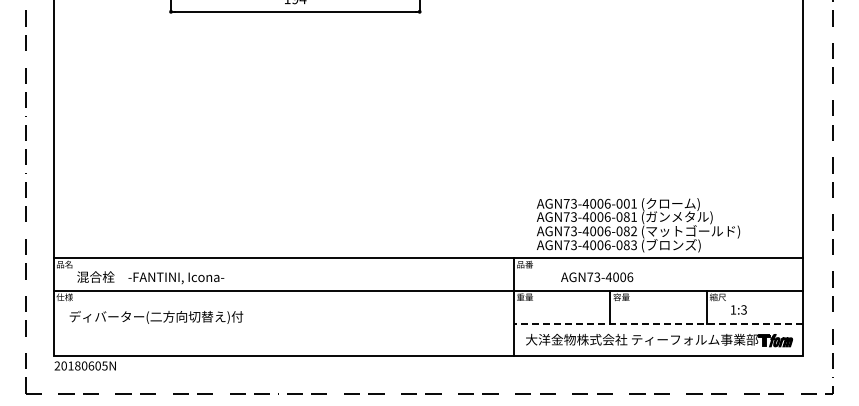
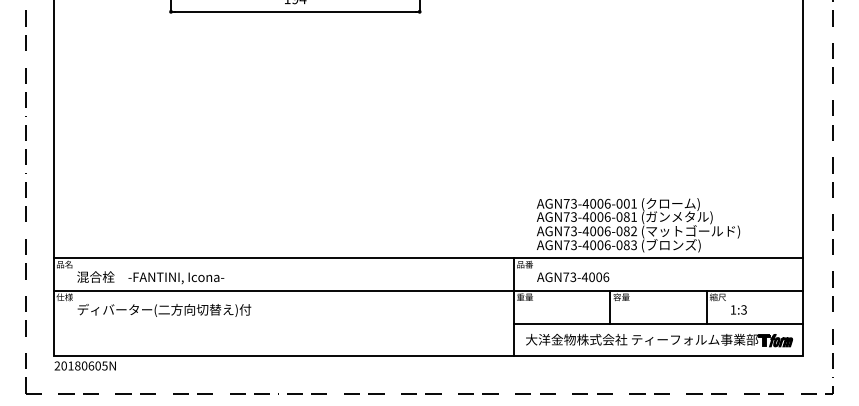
text at (597, 277) position: (597, 277) -> (573, 277)
text at (156, 317) position: (156, 317) -> (164, 310)
line at (658, 323): dashed -> solid
